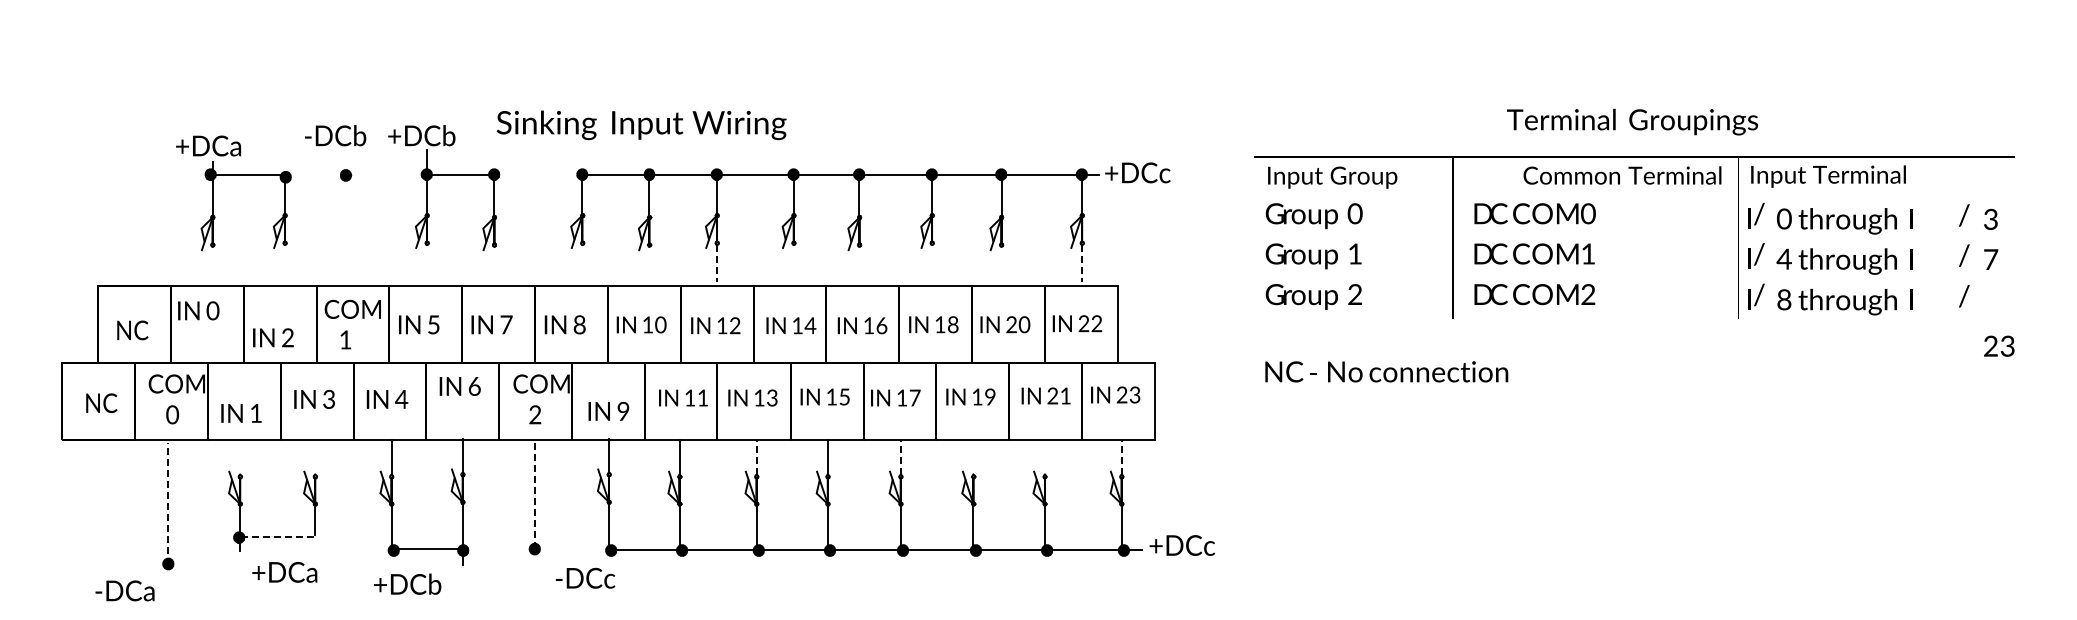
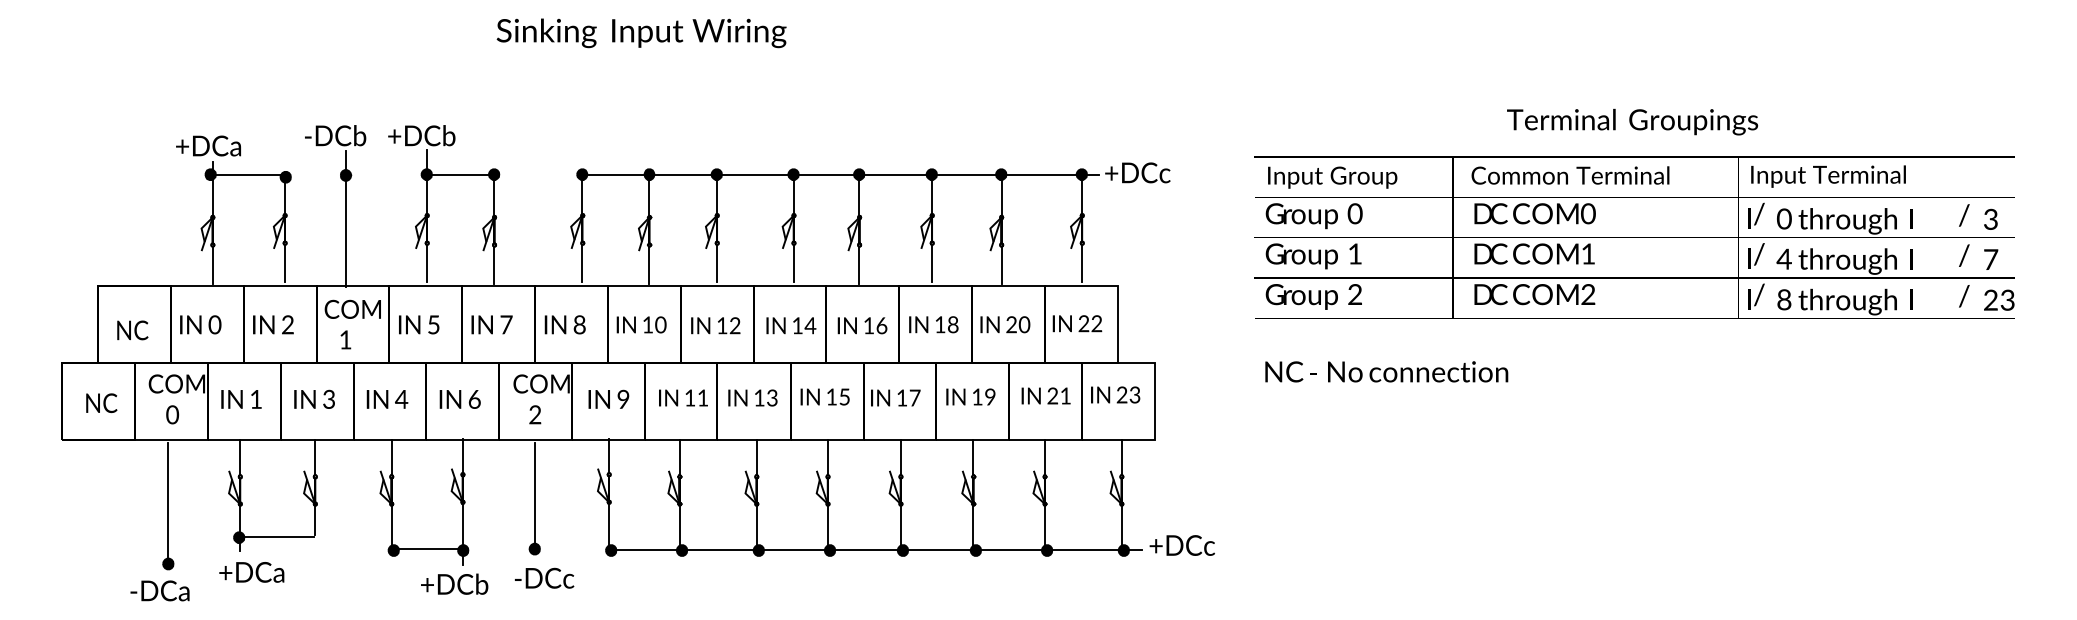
text at (641, 125) position: (641, 125) -> (641, 33)
text at (1622, 175) position: (1622, 175) -> (1570, 175)
fill at (1634, 197): none -> present
line at (345, 218): none -> present
fill at (1634, 237): none -> present
line at (284, 263): none -> present
line at (427, 263): none -> present
line at (582, 263): none -> present
line at (717, 263): dashed -> solid
line at (793, 263): none -> present
line at (932, 263): none -> present
line at (1082, 263): dashed -> solid
line at (212, 265): none -> present
line at (494, 265): none -> present
line at (649, 265): none -> present
line at (859, 265): none -> present
line at (1001, 265): none -> present
fill at (1634, 277): none -> present
text at (198, 310) position: (198, 310) -> (200, 324)
fill at (1634, 318): none -> present
text at (273, 337) position: (273, 337) -> (273, 324)
text at (1999, 345) position: (1999, 345) -> (1999, 299)
text at (459, 386) position: (459, 386) -> (459, 399)
text at (608, 410) position: (608, 410) -> (608, 398)
text at (241, 413) position: (241, 413) -> (241, 399)
line at (240, 457): none -> present
line at (315, 457): none -> present
line at (756, 457): dashed -> solid
line at (900, 457): dashed -> solid
line at (973, 457): none -> present
line at (1044, 457): none -> present
line at (1121, 457): dashed -> solid
line at (534, 495): dashed -> solid
line at (167, 504): dashed -> solid
line at (275, 536): dashed -> solid
text at (284, 572) position: (284, 572) -> (251, 572)
text at (585, 577) position: (585, 577) -> (544, 577)
text at (407, 583) position: (407, 583) -> (454, 583)
text at (124, 590) position: (124, 590) -> (159, 590)
